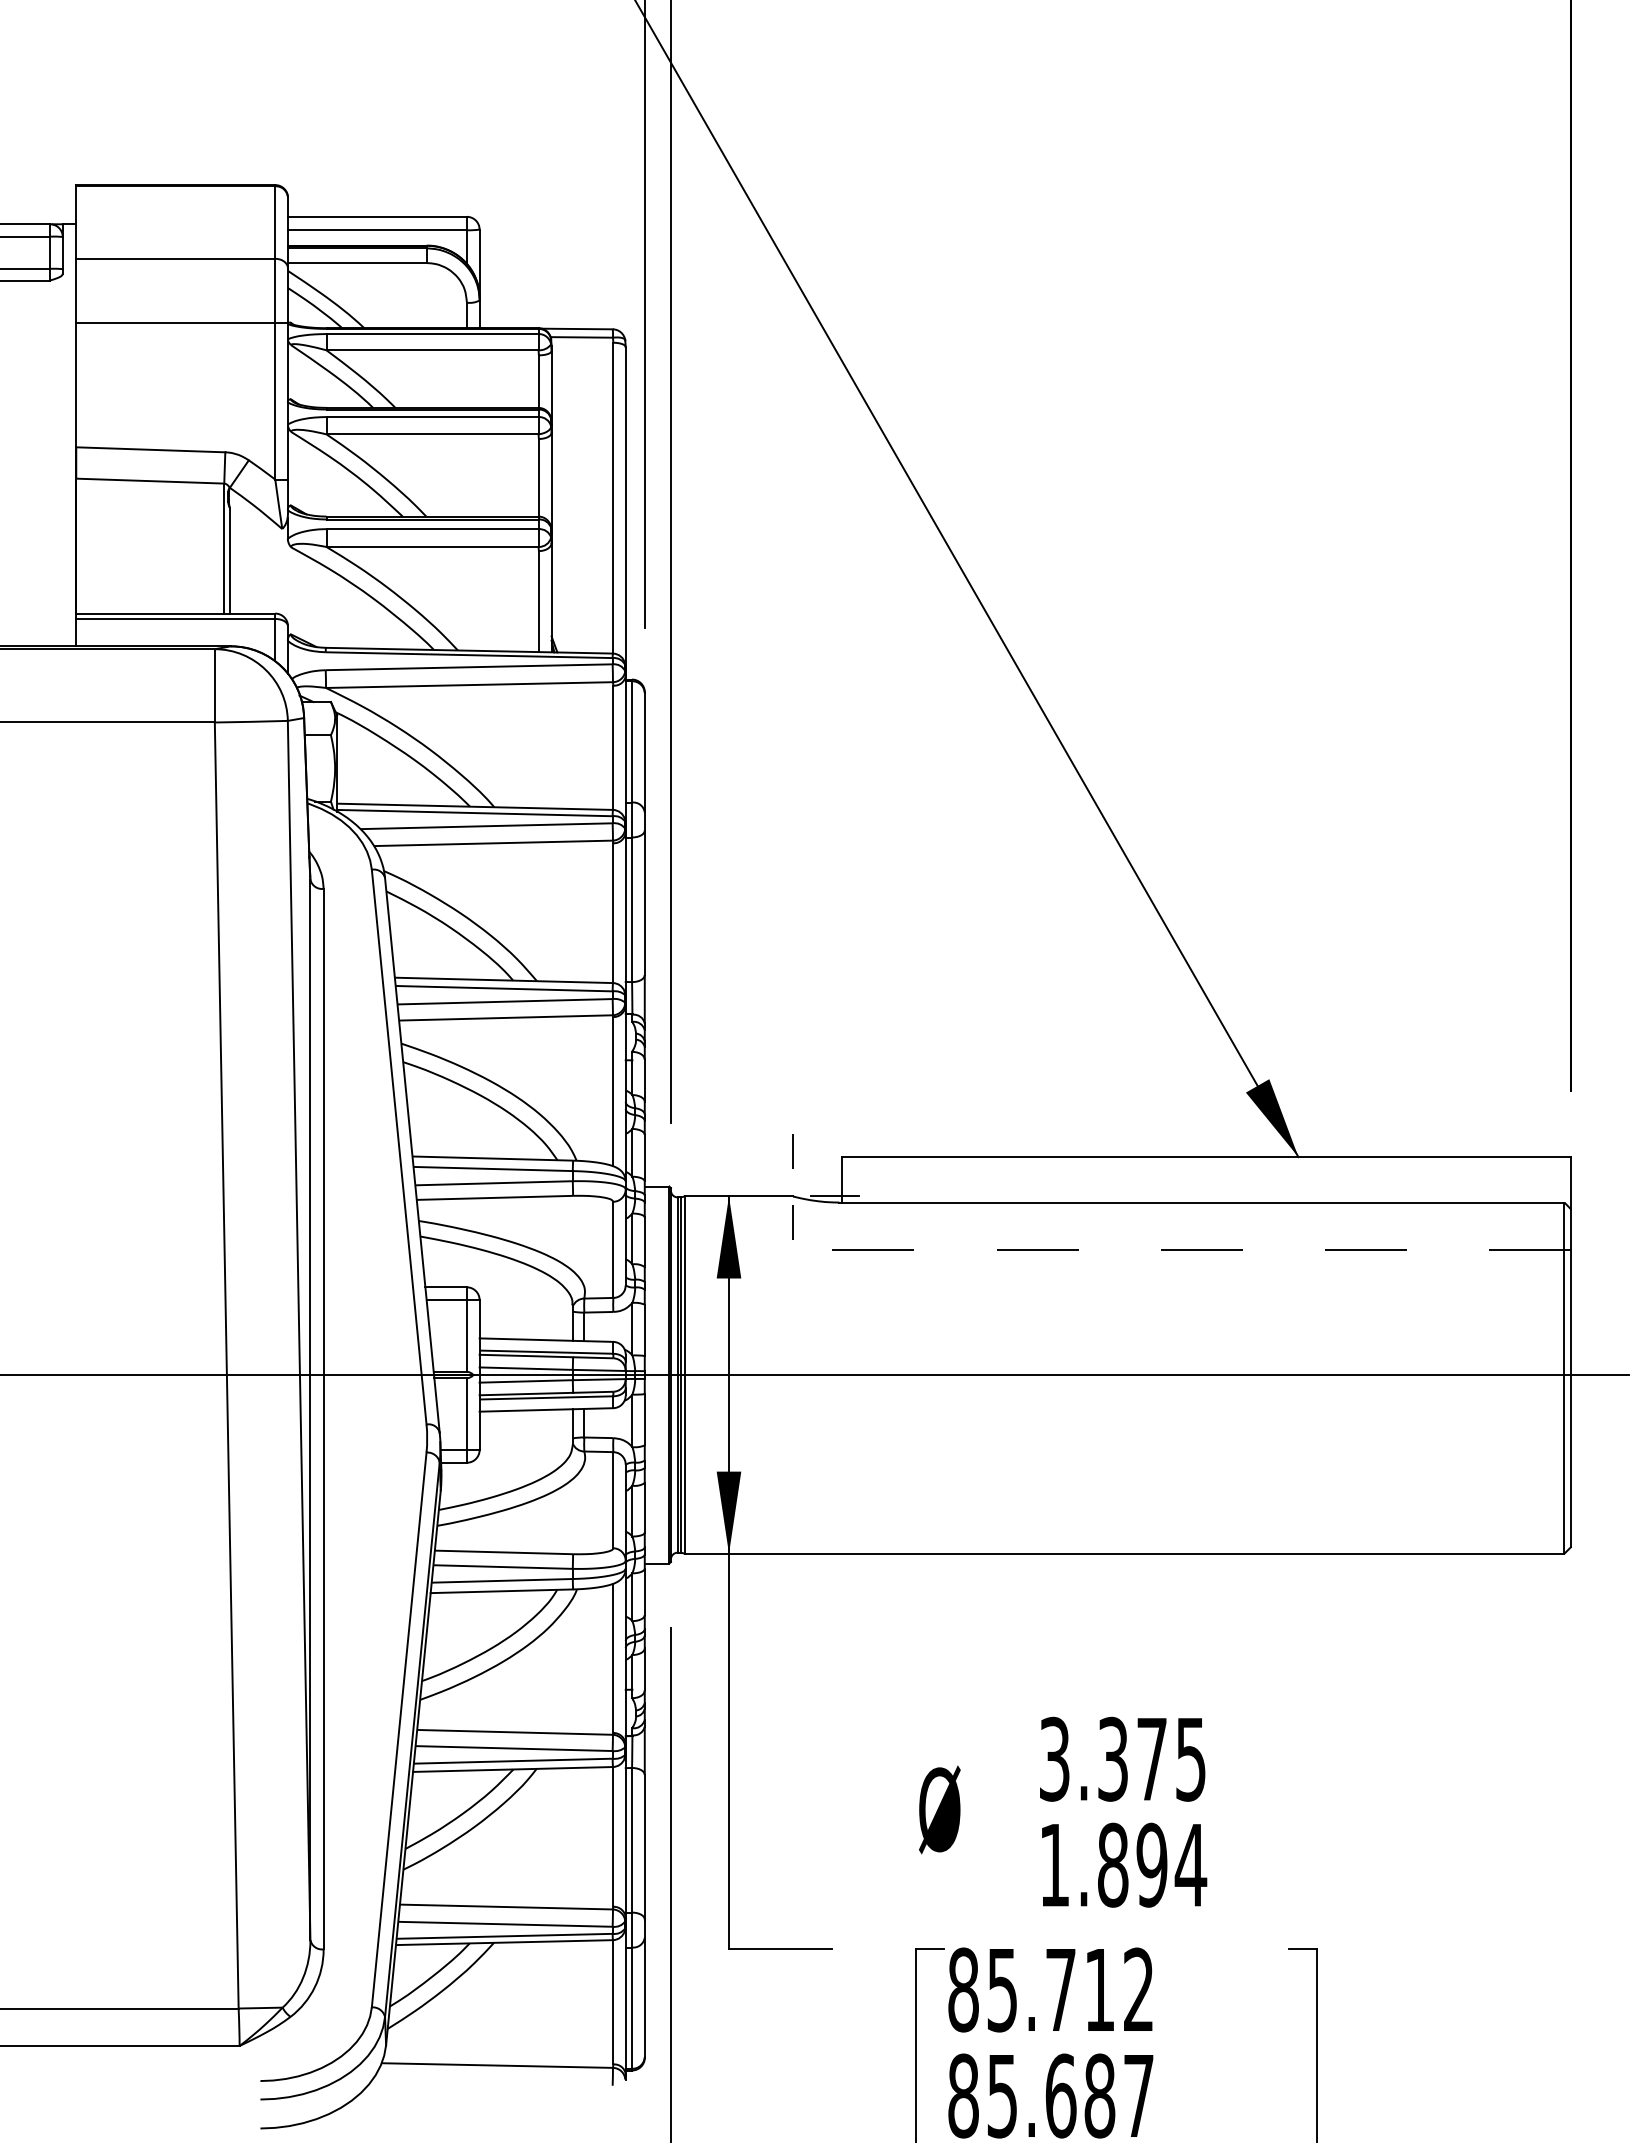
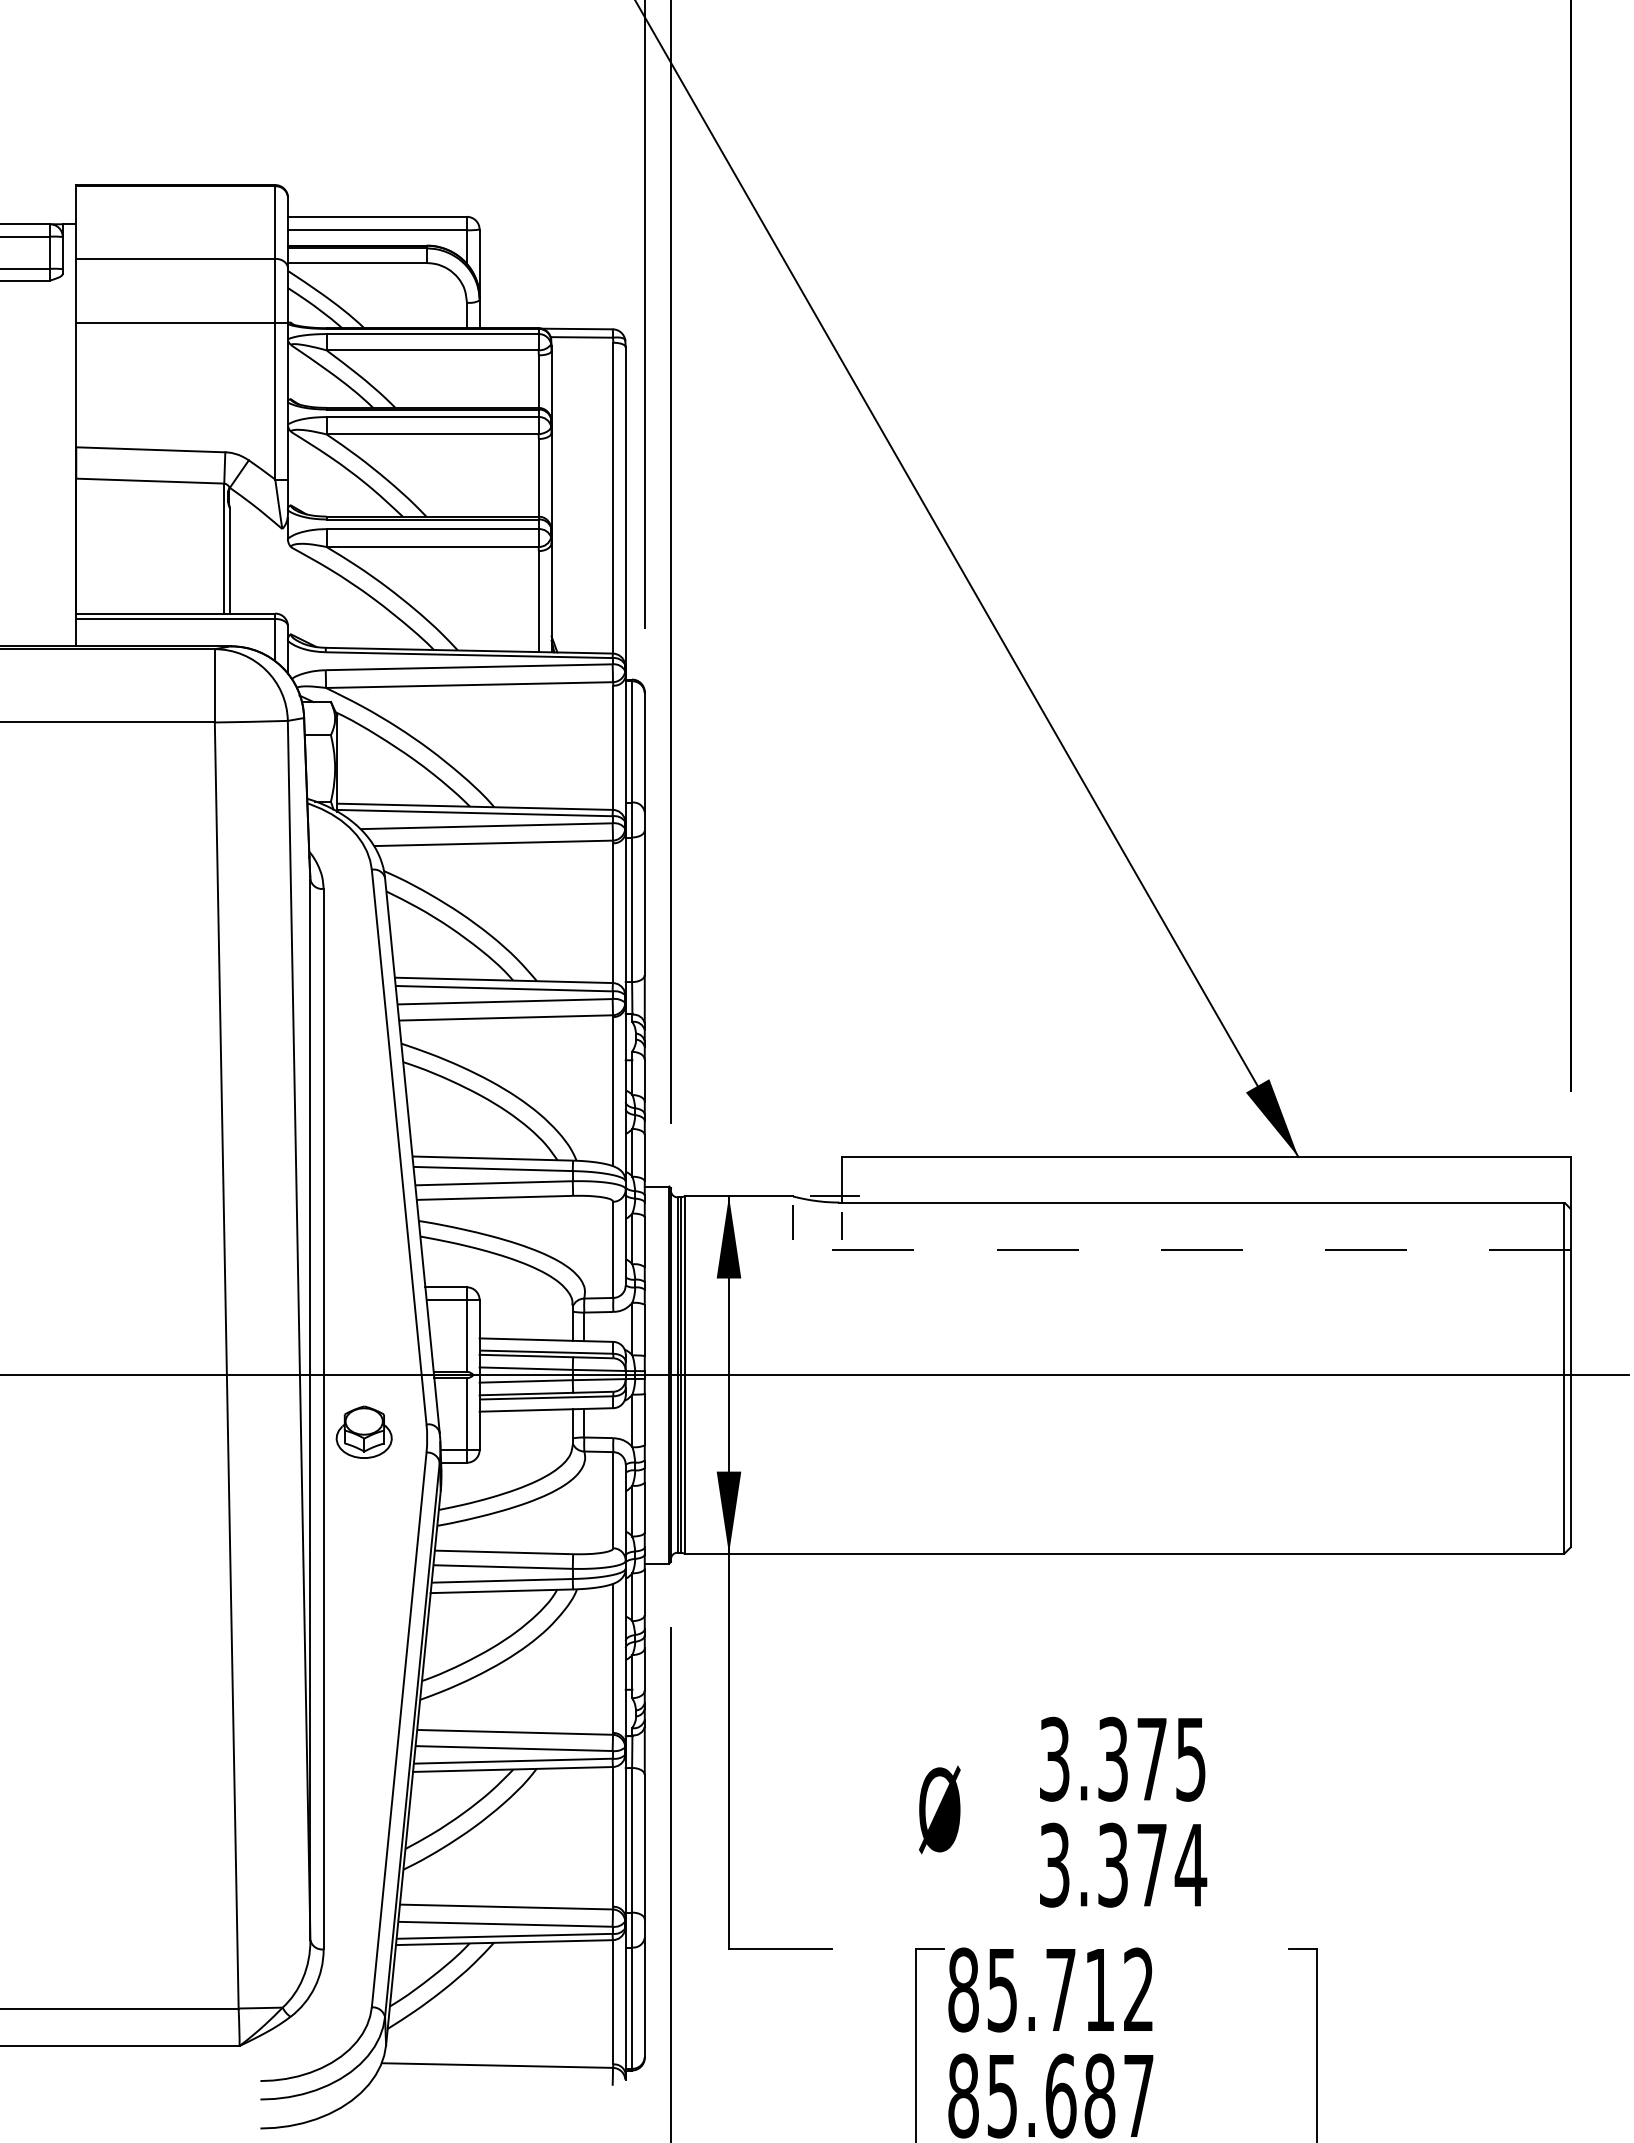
line at (792, 1151): present -> none
line at (842, 1225): none -> present
part at (363, 1431): none -> present
text at (1103, 1864): 1.894 -> 3.374
